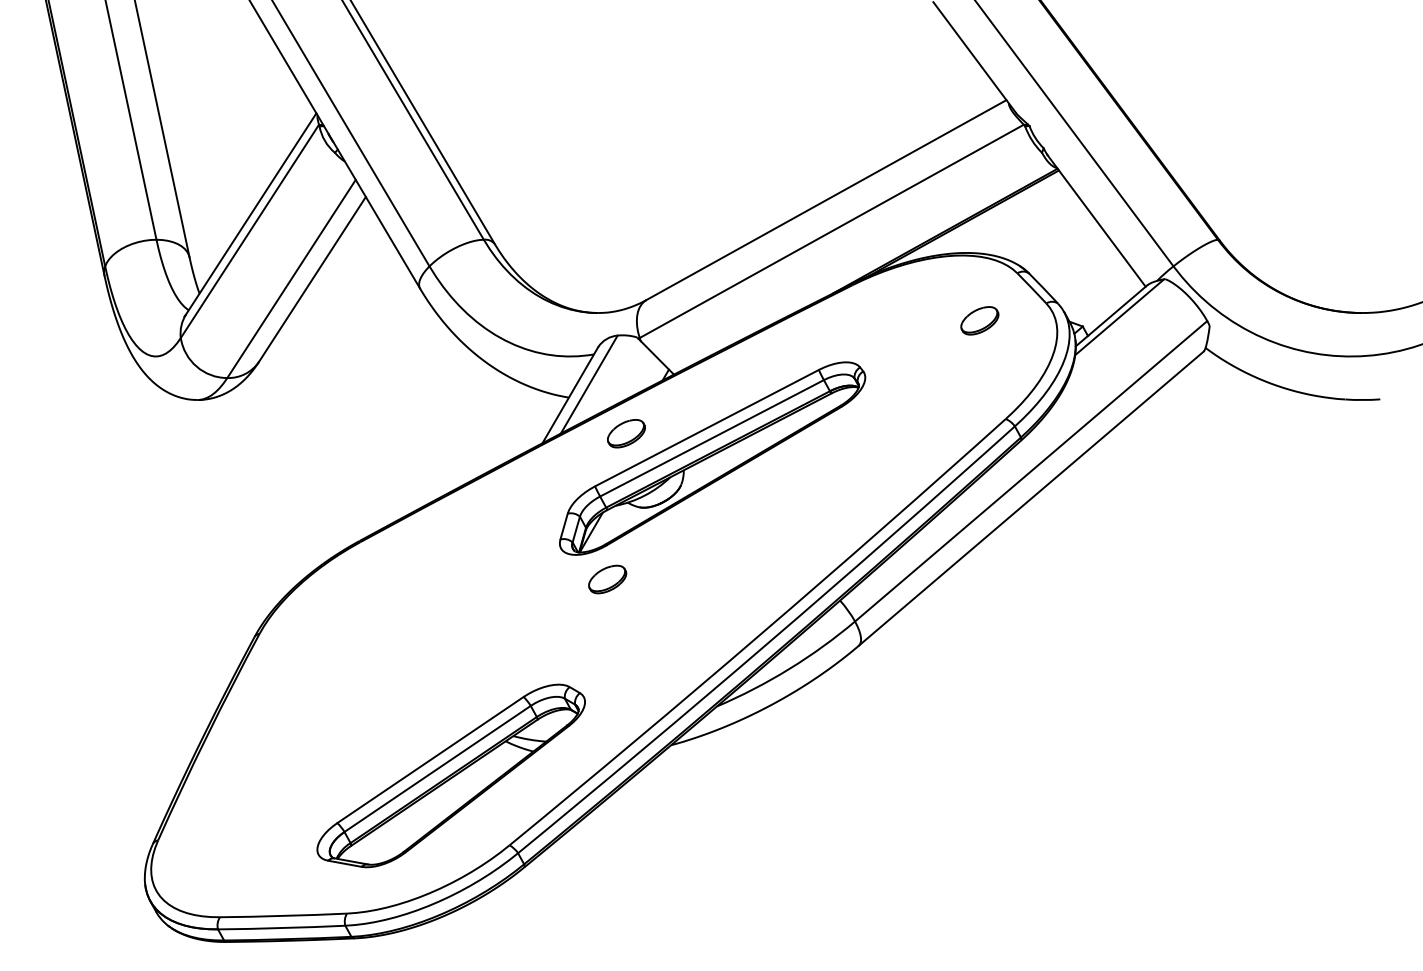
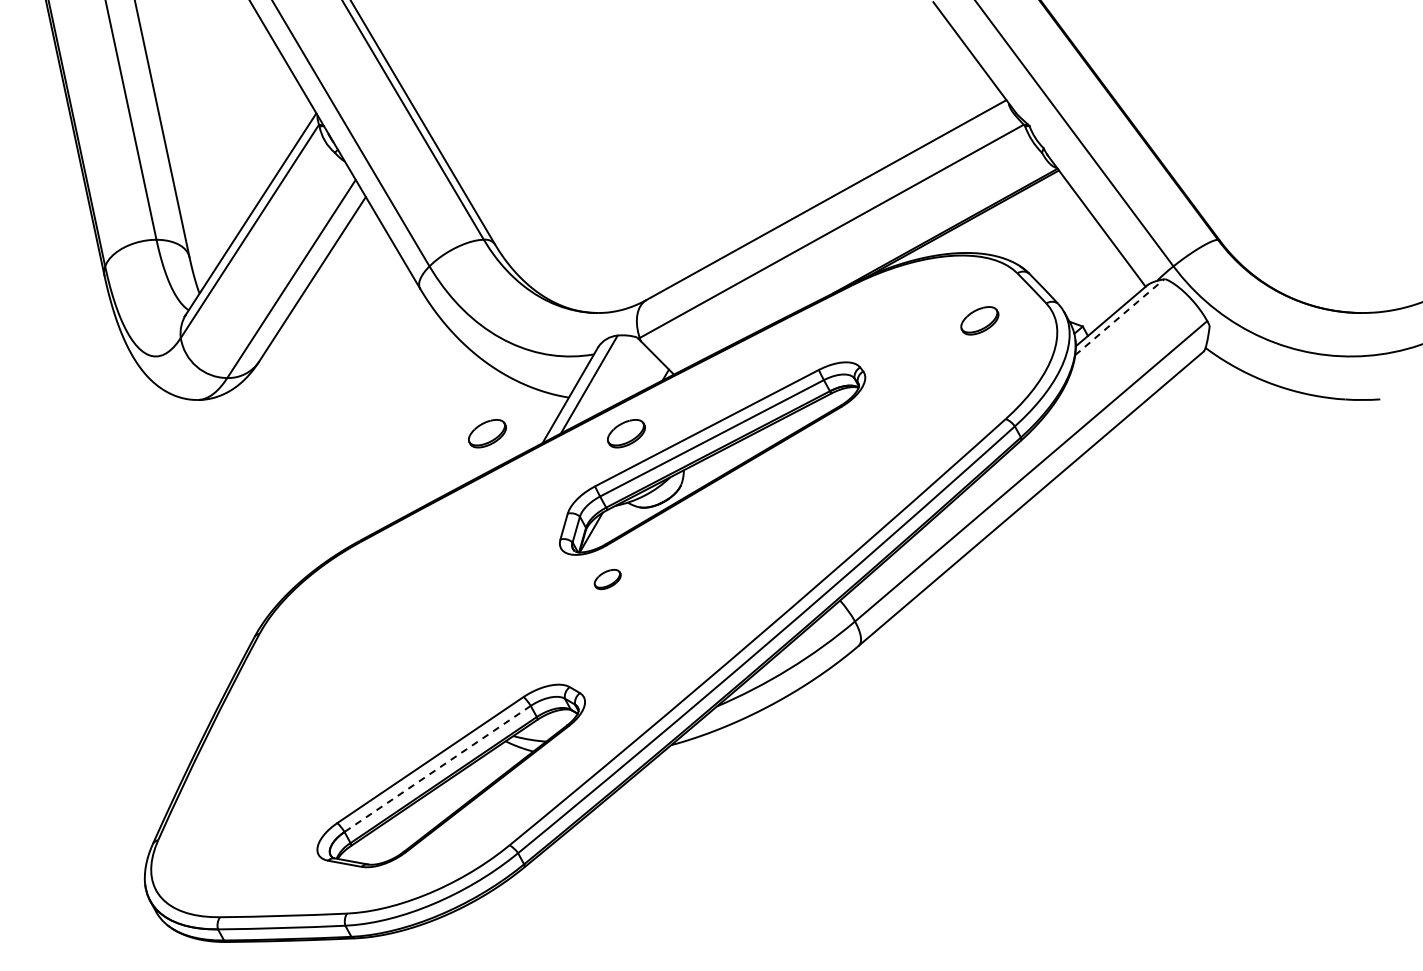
line at (1119, 317): solid -> dashed
part at (487, 433): none -> present
part at (607, 579) size: 40x31 px -> 29x22 px
line at (437, 769): solid -> dashed
